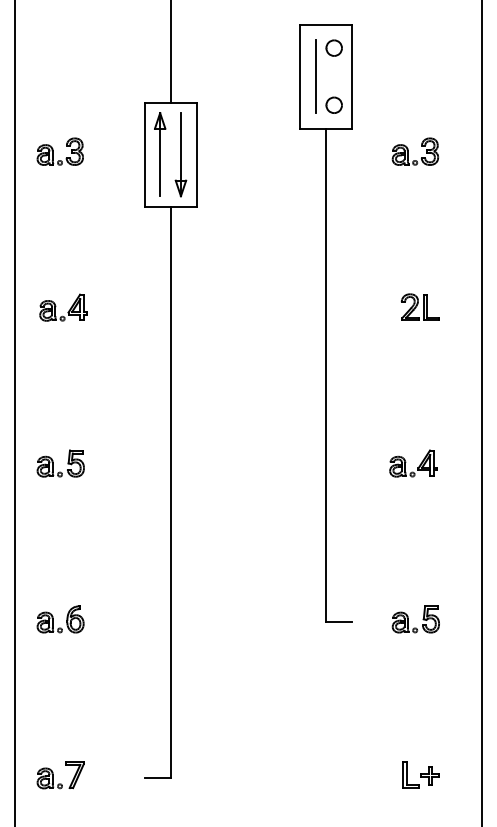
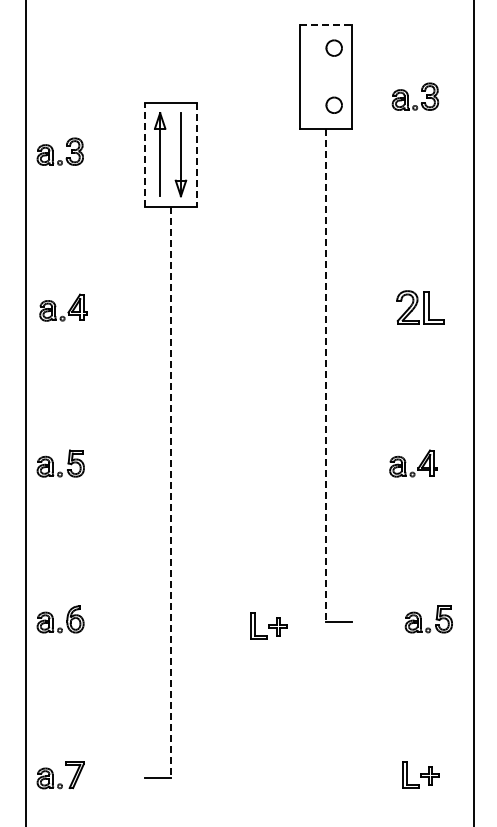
line at (326, 24): solid -> dashed
line at (170, 52): present -> none
line at (316, 76): present -> none
part at (408, 151) position: (408, 151) -> (408, 96)
line at (144, 154): solid -> dashed
line at (196, 154): solid -> dashed
part at (419, 306) size: 40x28 px -> 49x35 px
line at (326, 375): solid -> dashed
line at (14, 412) position: (14, 412) -> (25, 412)
line at (482, 412) position: (482, 412) -> (474, 412)
line at (170, 492): solid -> dashed
part at (408, 619) position: (408, 619) -> (421, 619)
part at (268, 625): none -> present
